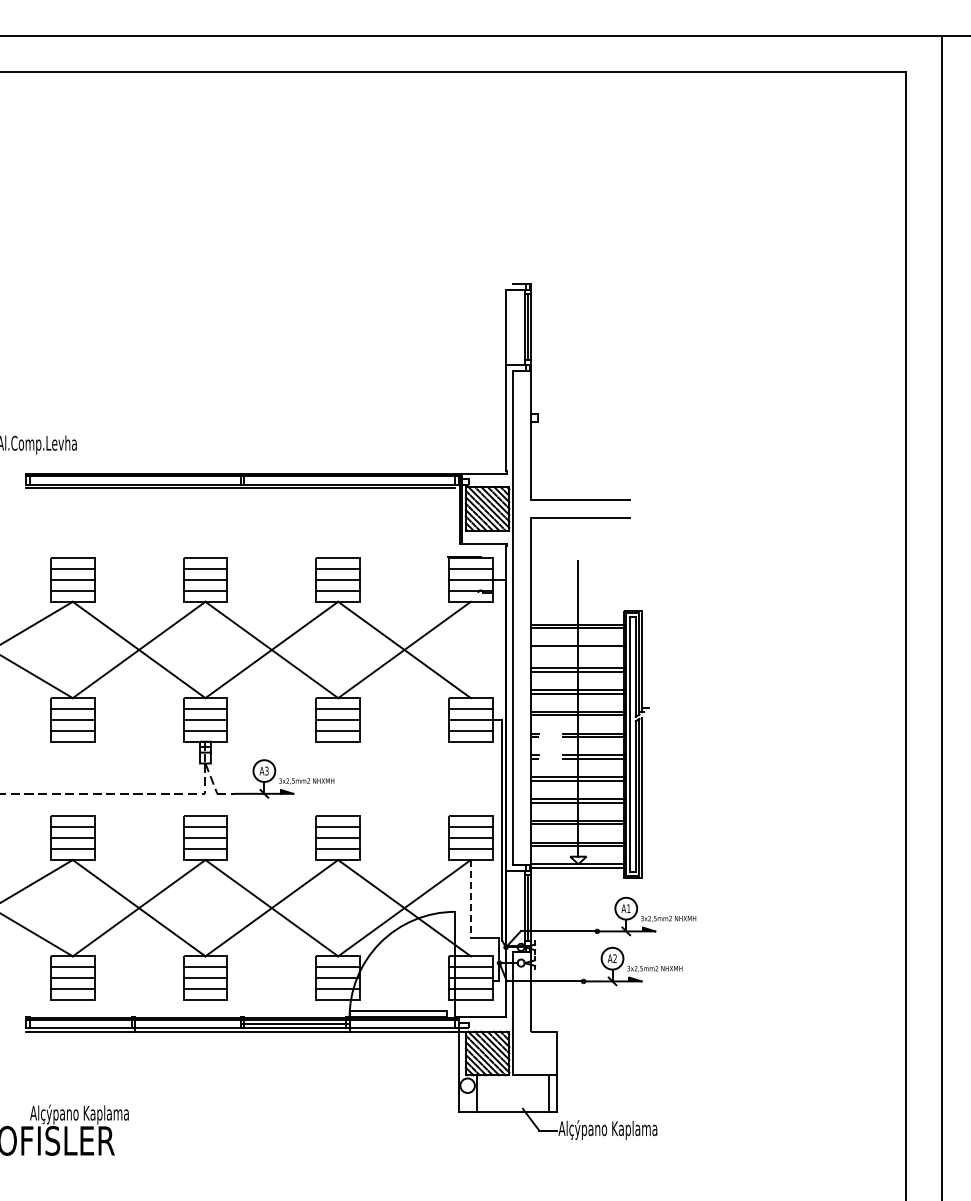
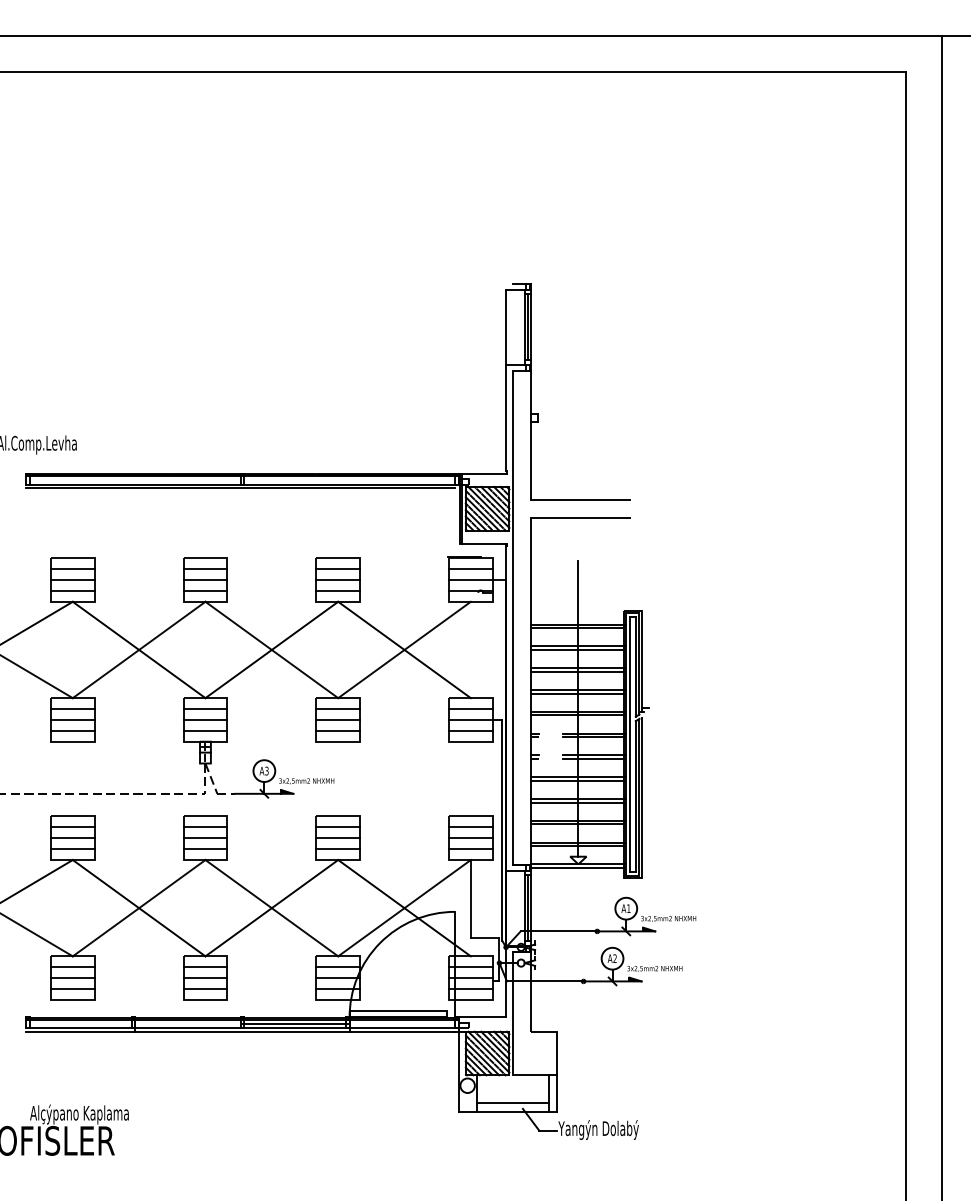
line at (577, 650): none -> present
line at (470, 898): dashed -> solid
line at (512, 1103): none -> present
text at (607, 1129): Alçýpano Kaplama -> Yangýn Dolabý
